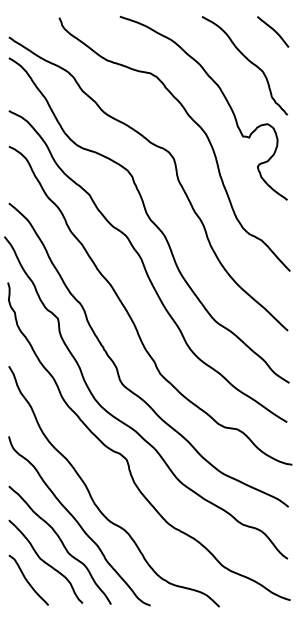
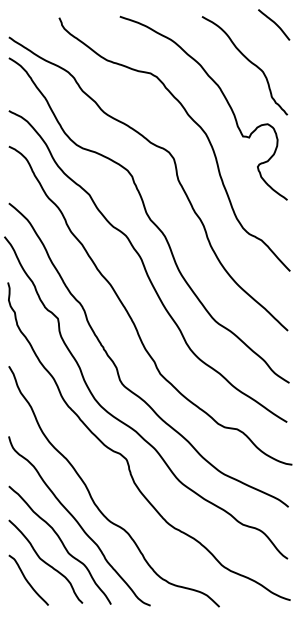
curve at (273, 30) position: (273, 30) -> (274, 23)
